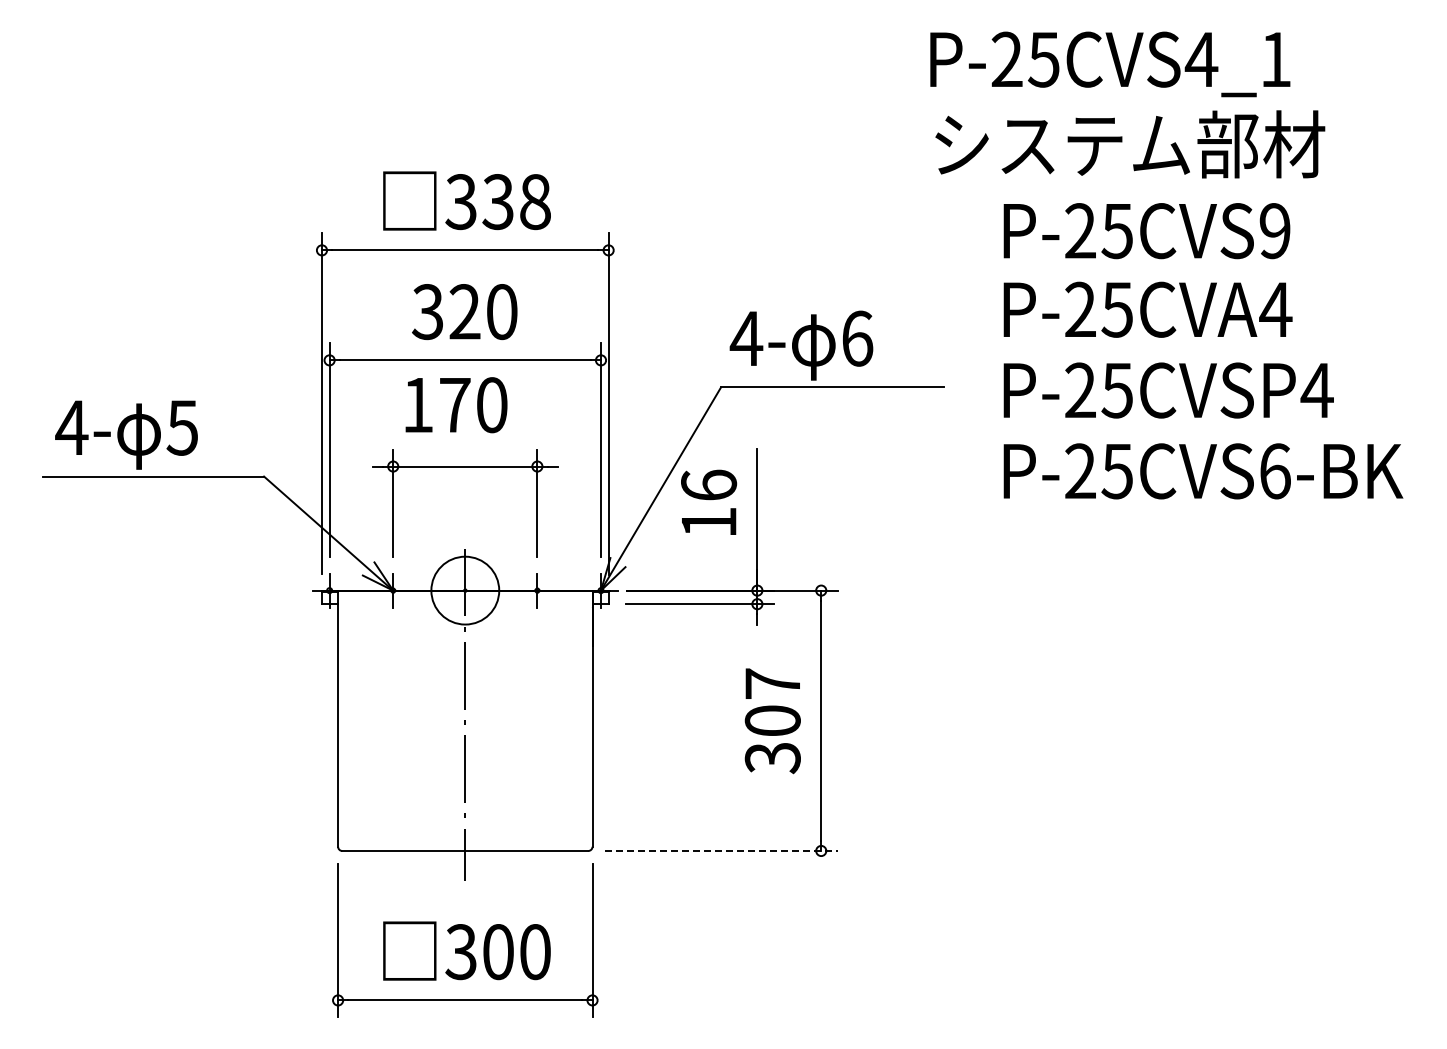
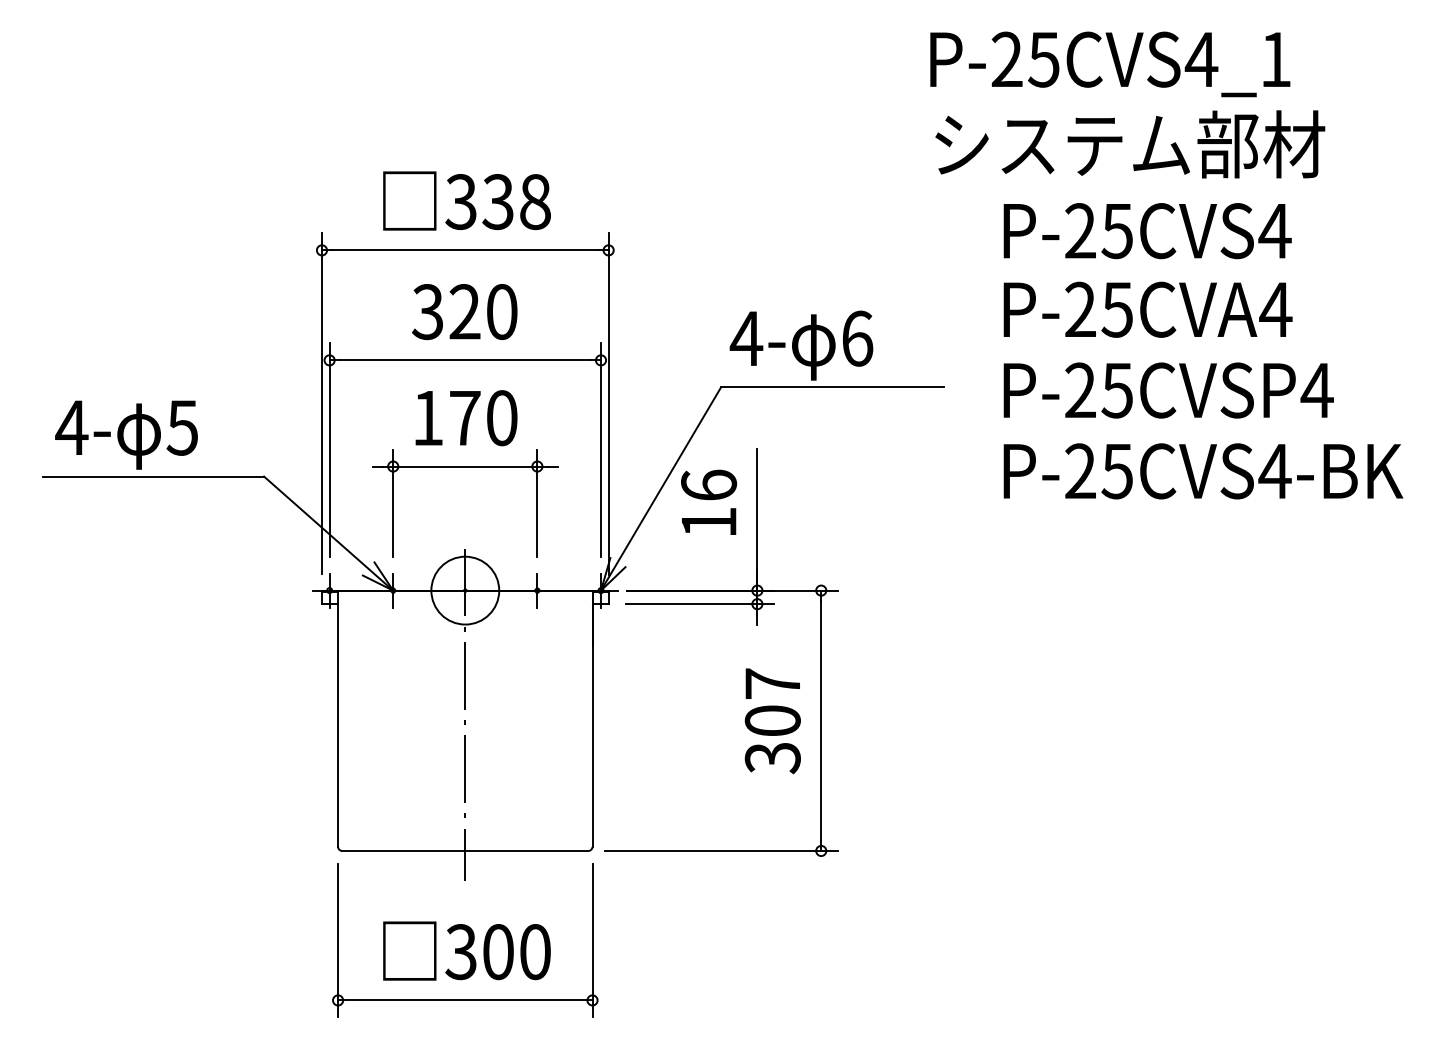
text at (1274, 231): P-25CVS9 -> P-25CVS4
text at (456, 405) position: (456, 405) -> (466, 418)
text at (1274, 471): P-25CVS6-BK -> P-25CVS4-BK
line at (722, 850): dashed -> solid
